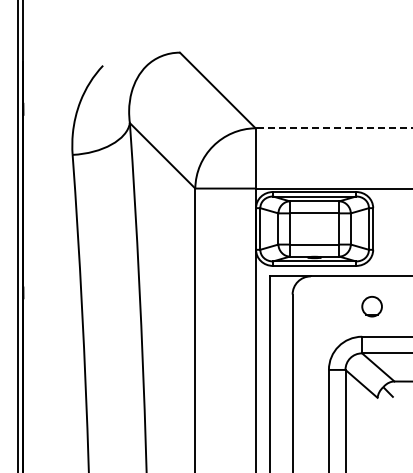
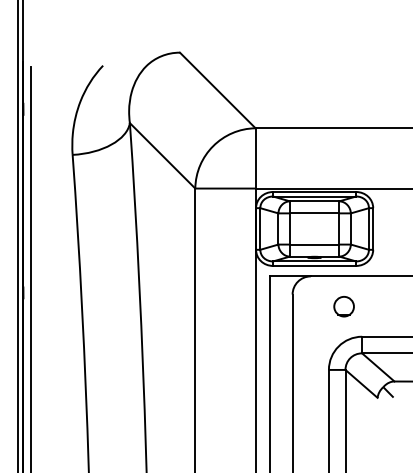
line at (333, 128): dashed -> solid
line at (31, 268): none -> present
circle at (371, 306) position: (371, 306) -> (343, 306)
